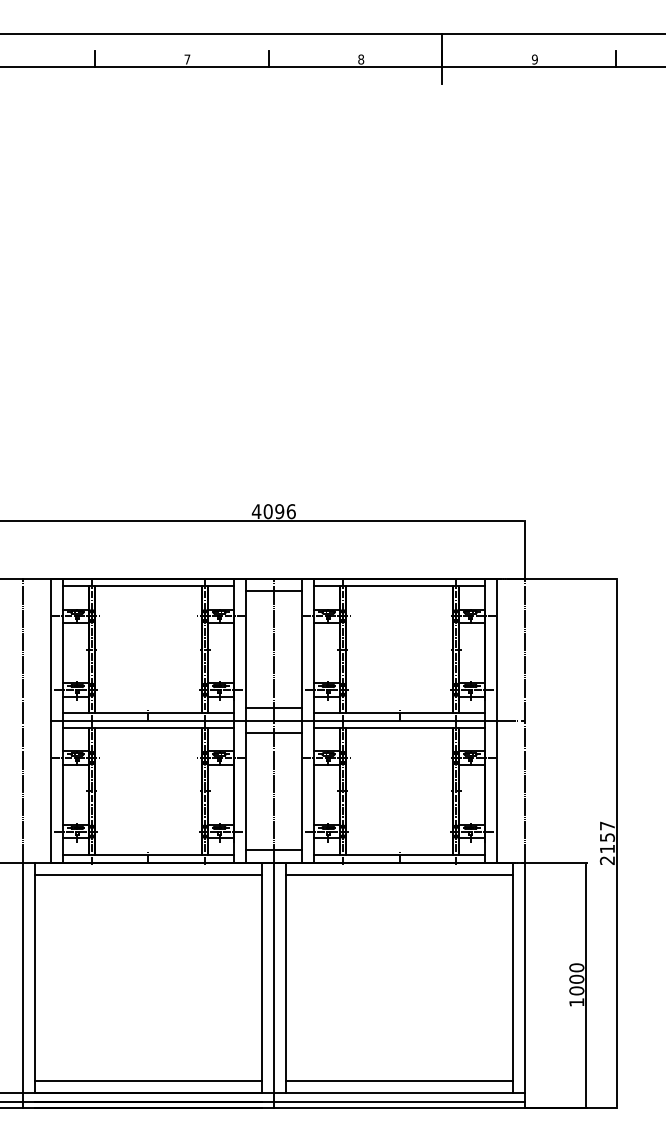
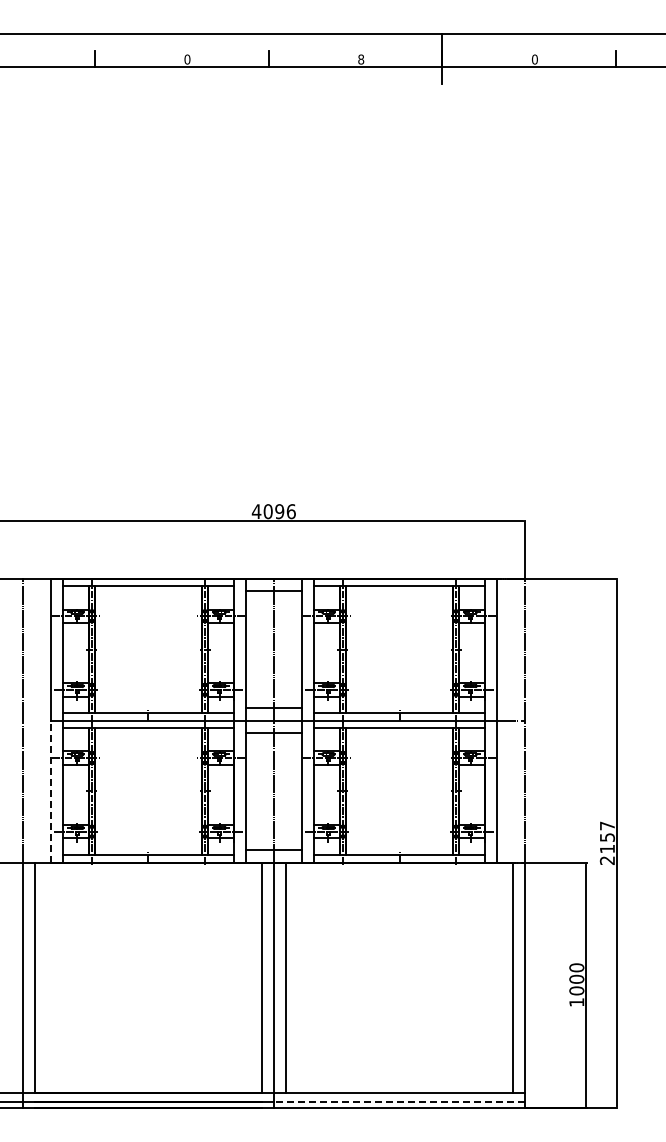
text at (187, 59): 7 -> 0
text at (534, 59): 9 -> 0
line at (50, 791): solid -> dashed
line at (148, 874): present -> none
line at (399, 874): present -> none
line at (148, 1080): present -> none
line at (399, 1080): present -> none
line at (399, 1101): solid -> dashed
